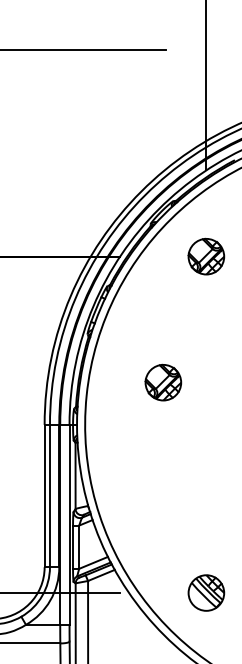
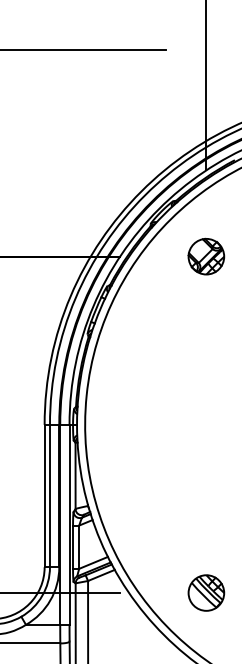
part at (163, 382): present -> none
